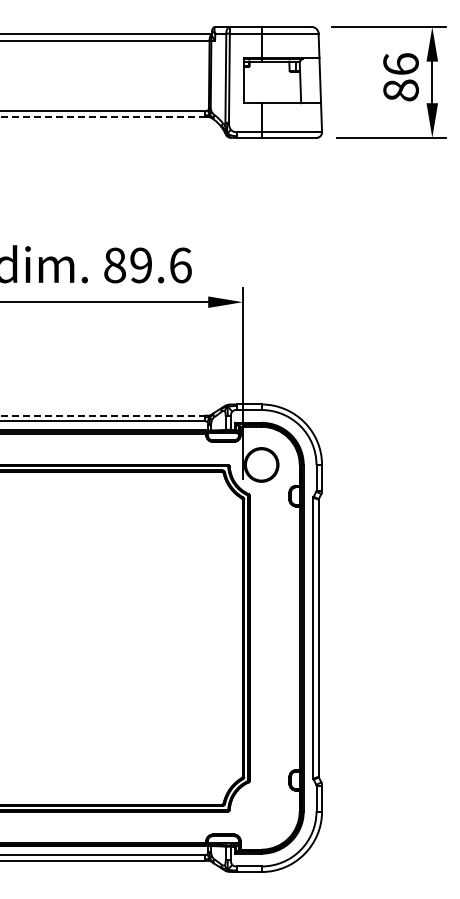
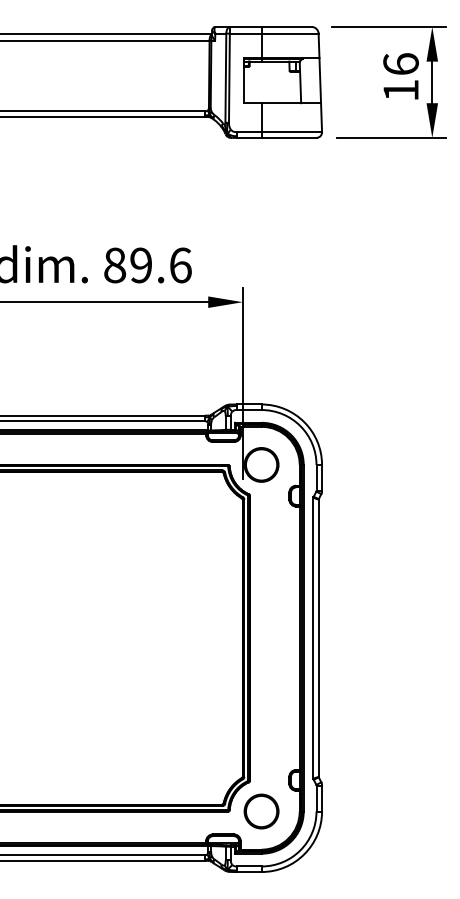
text at (400, 90): 86 -> 16
line at (103, 117): dashed -> solid
line at (103, 415): dashed -> solid
part at (261, 811): none -> present
